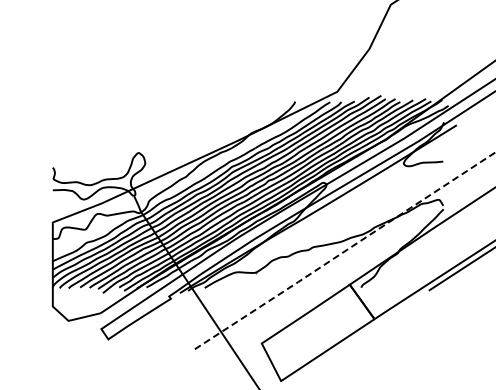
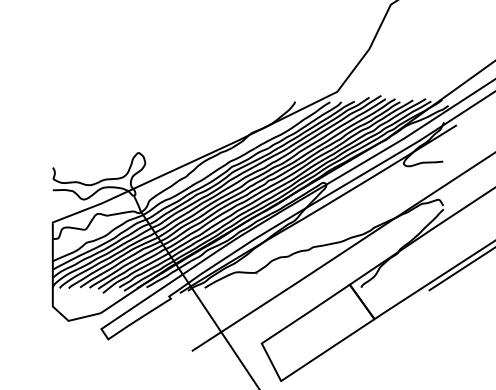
line at (343, 252): dashed -> solid
